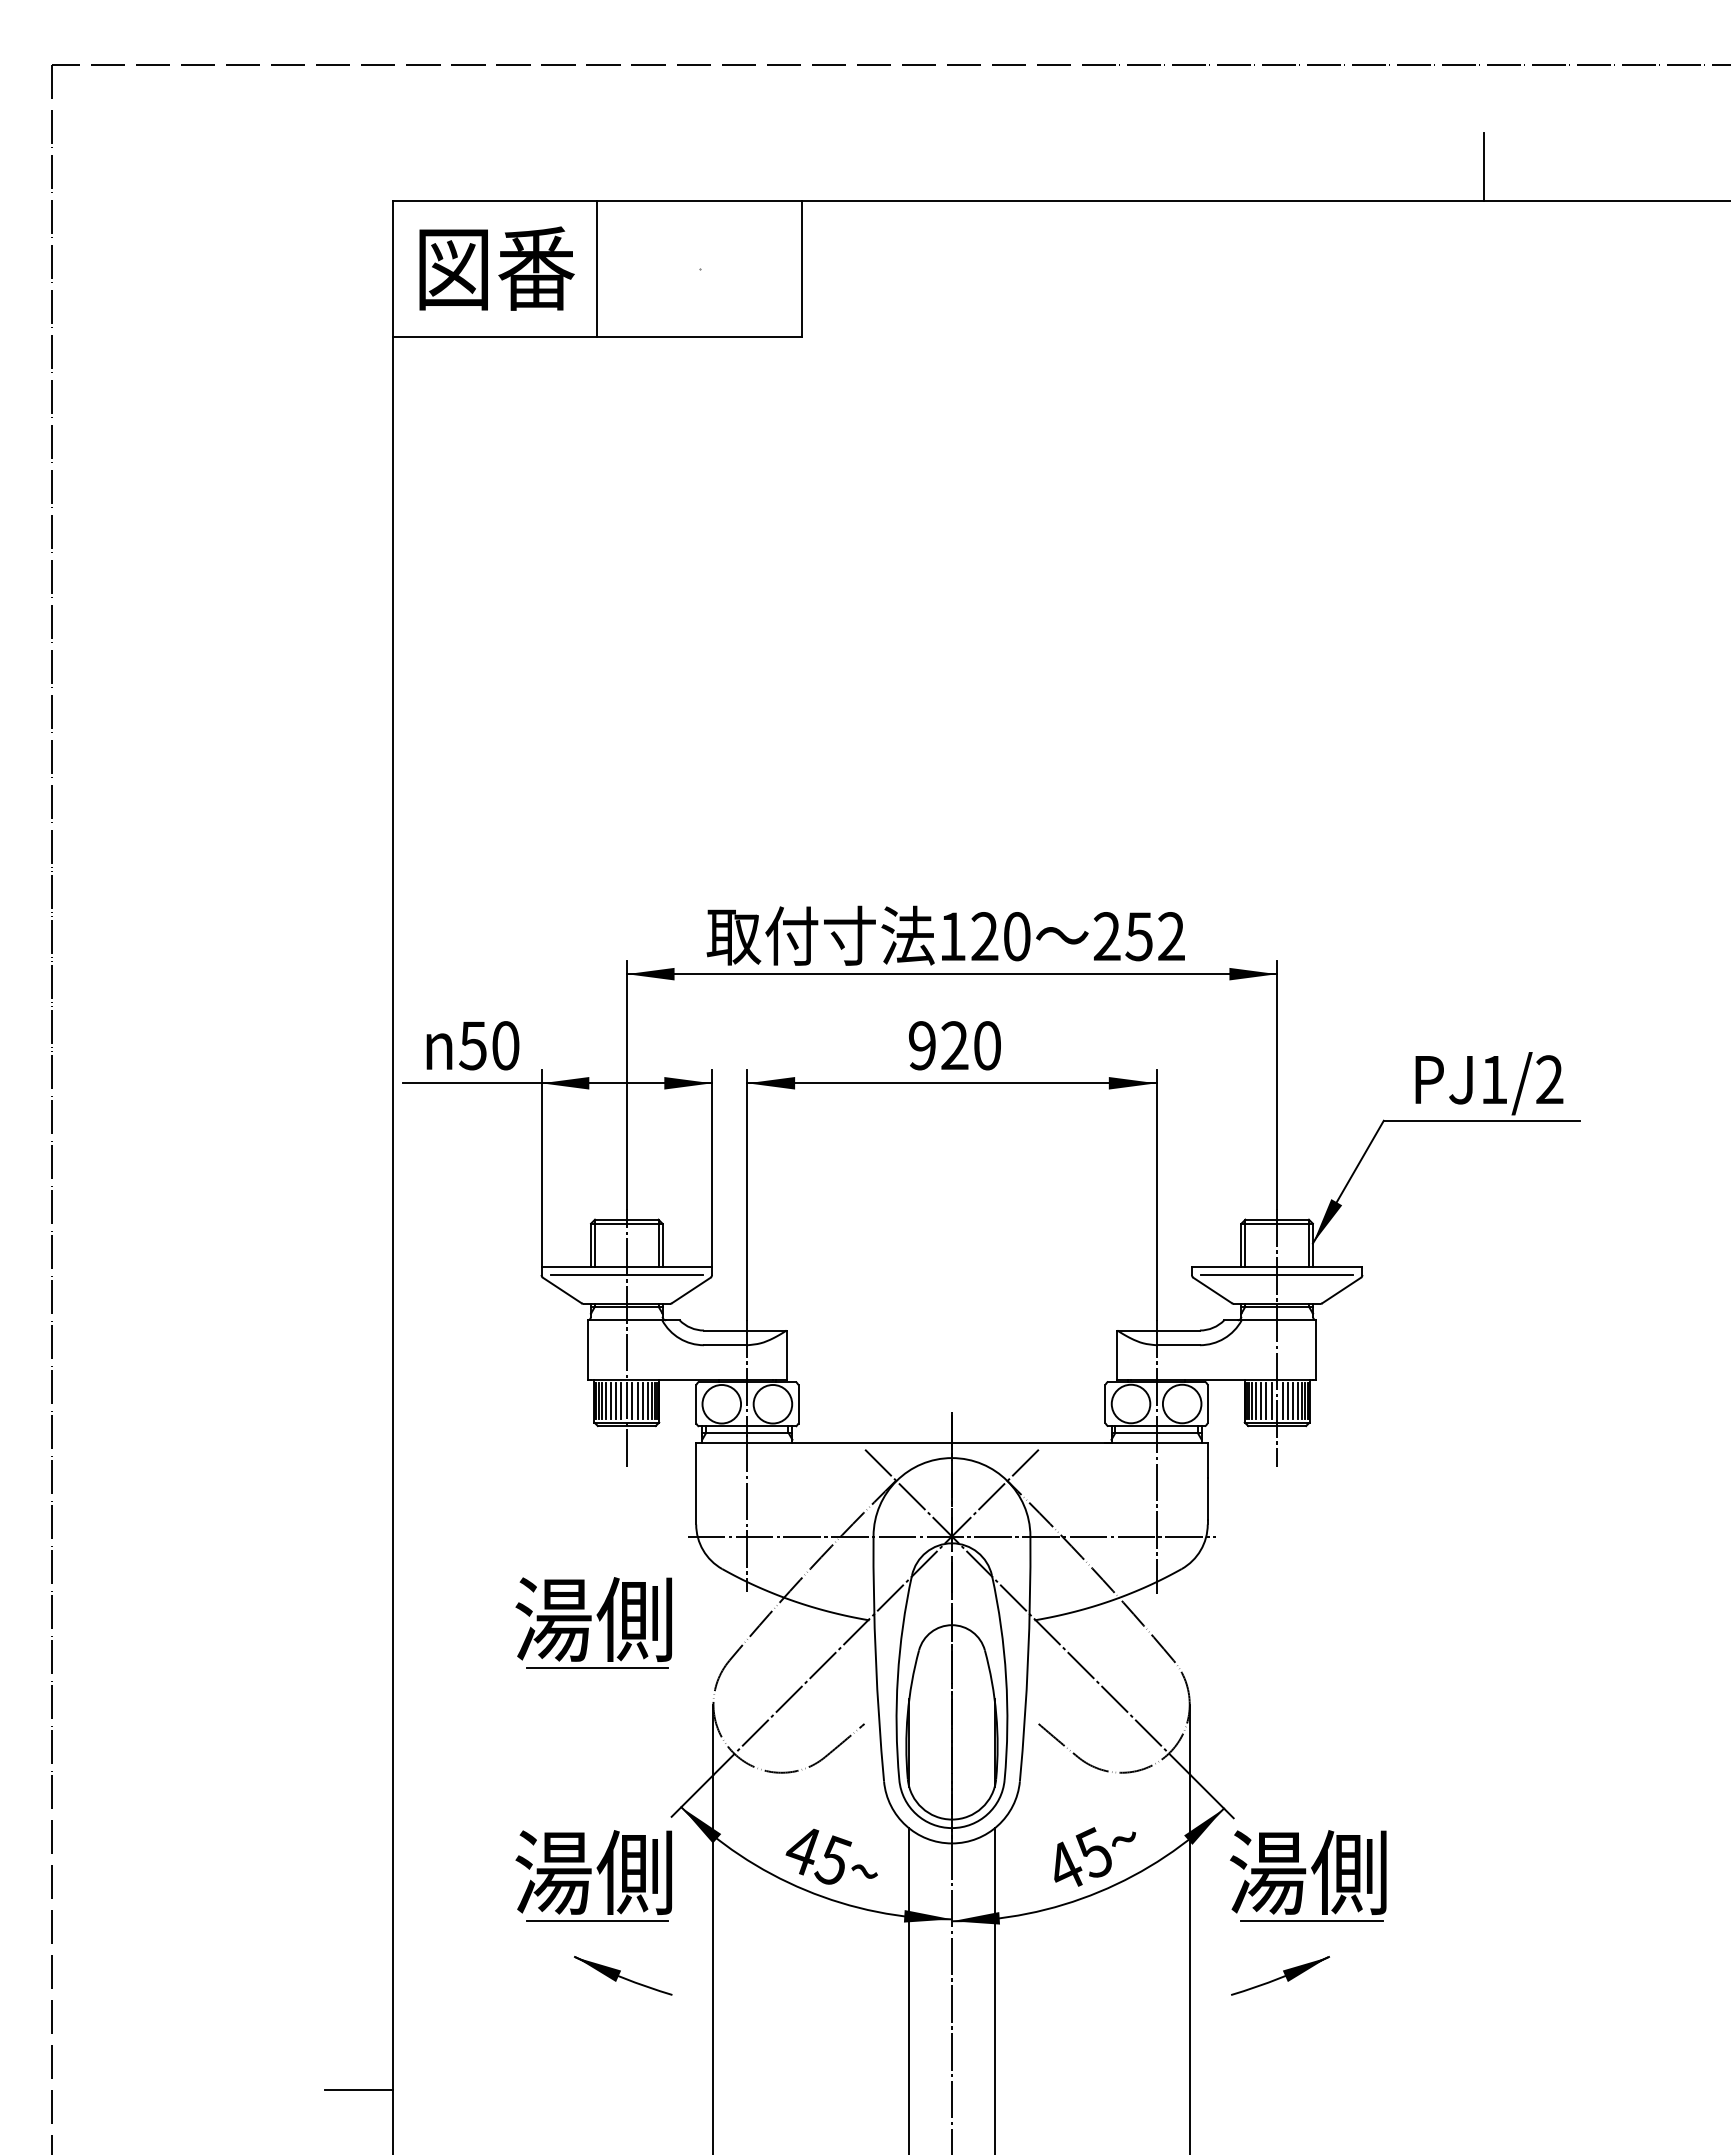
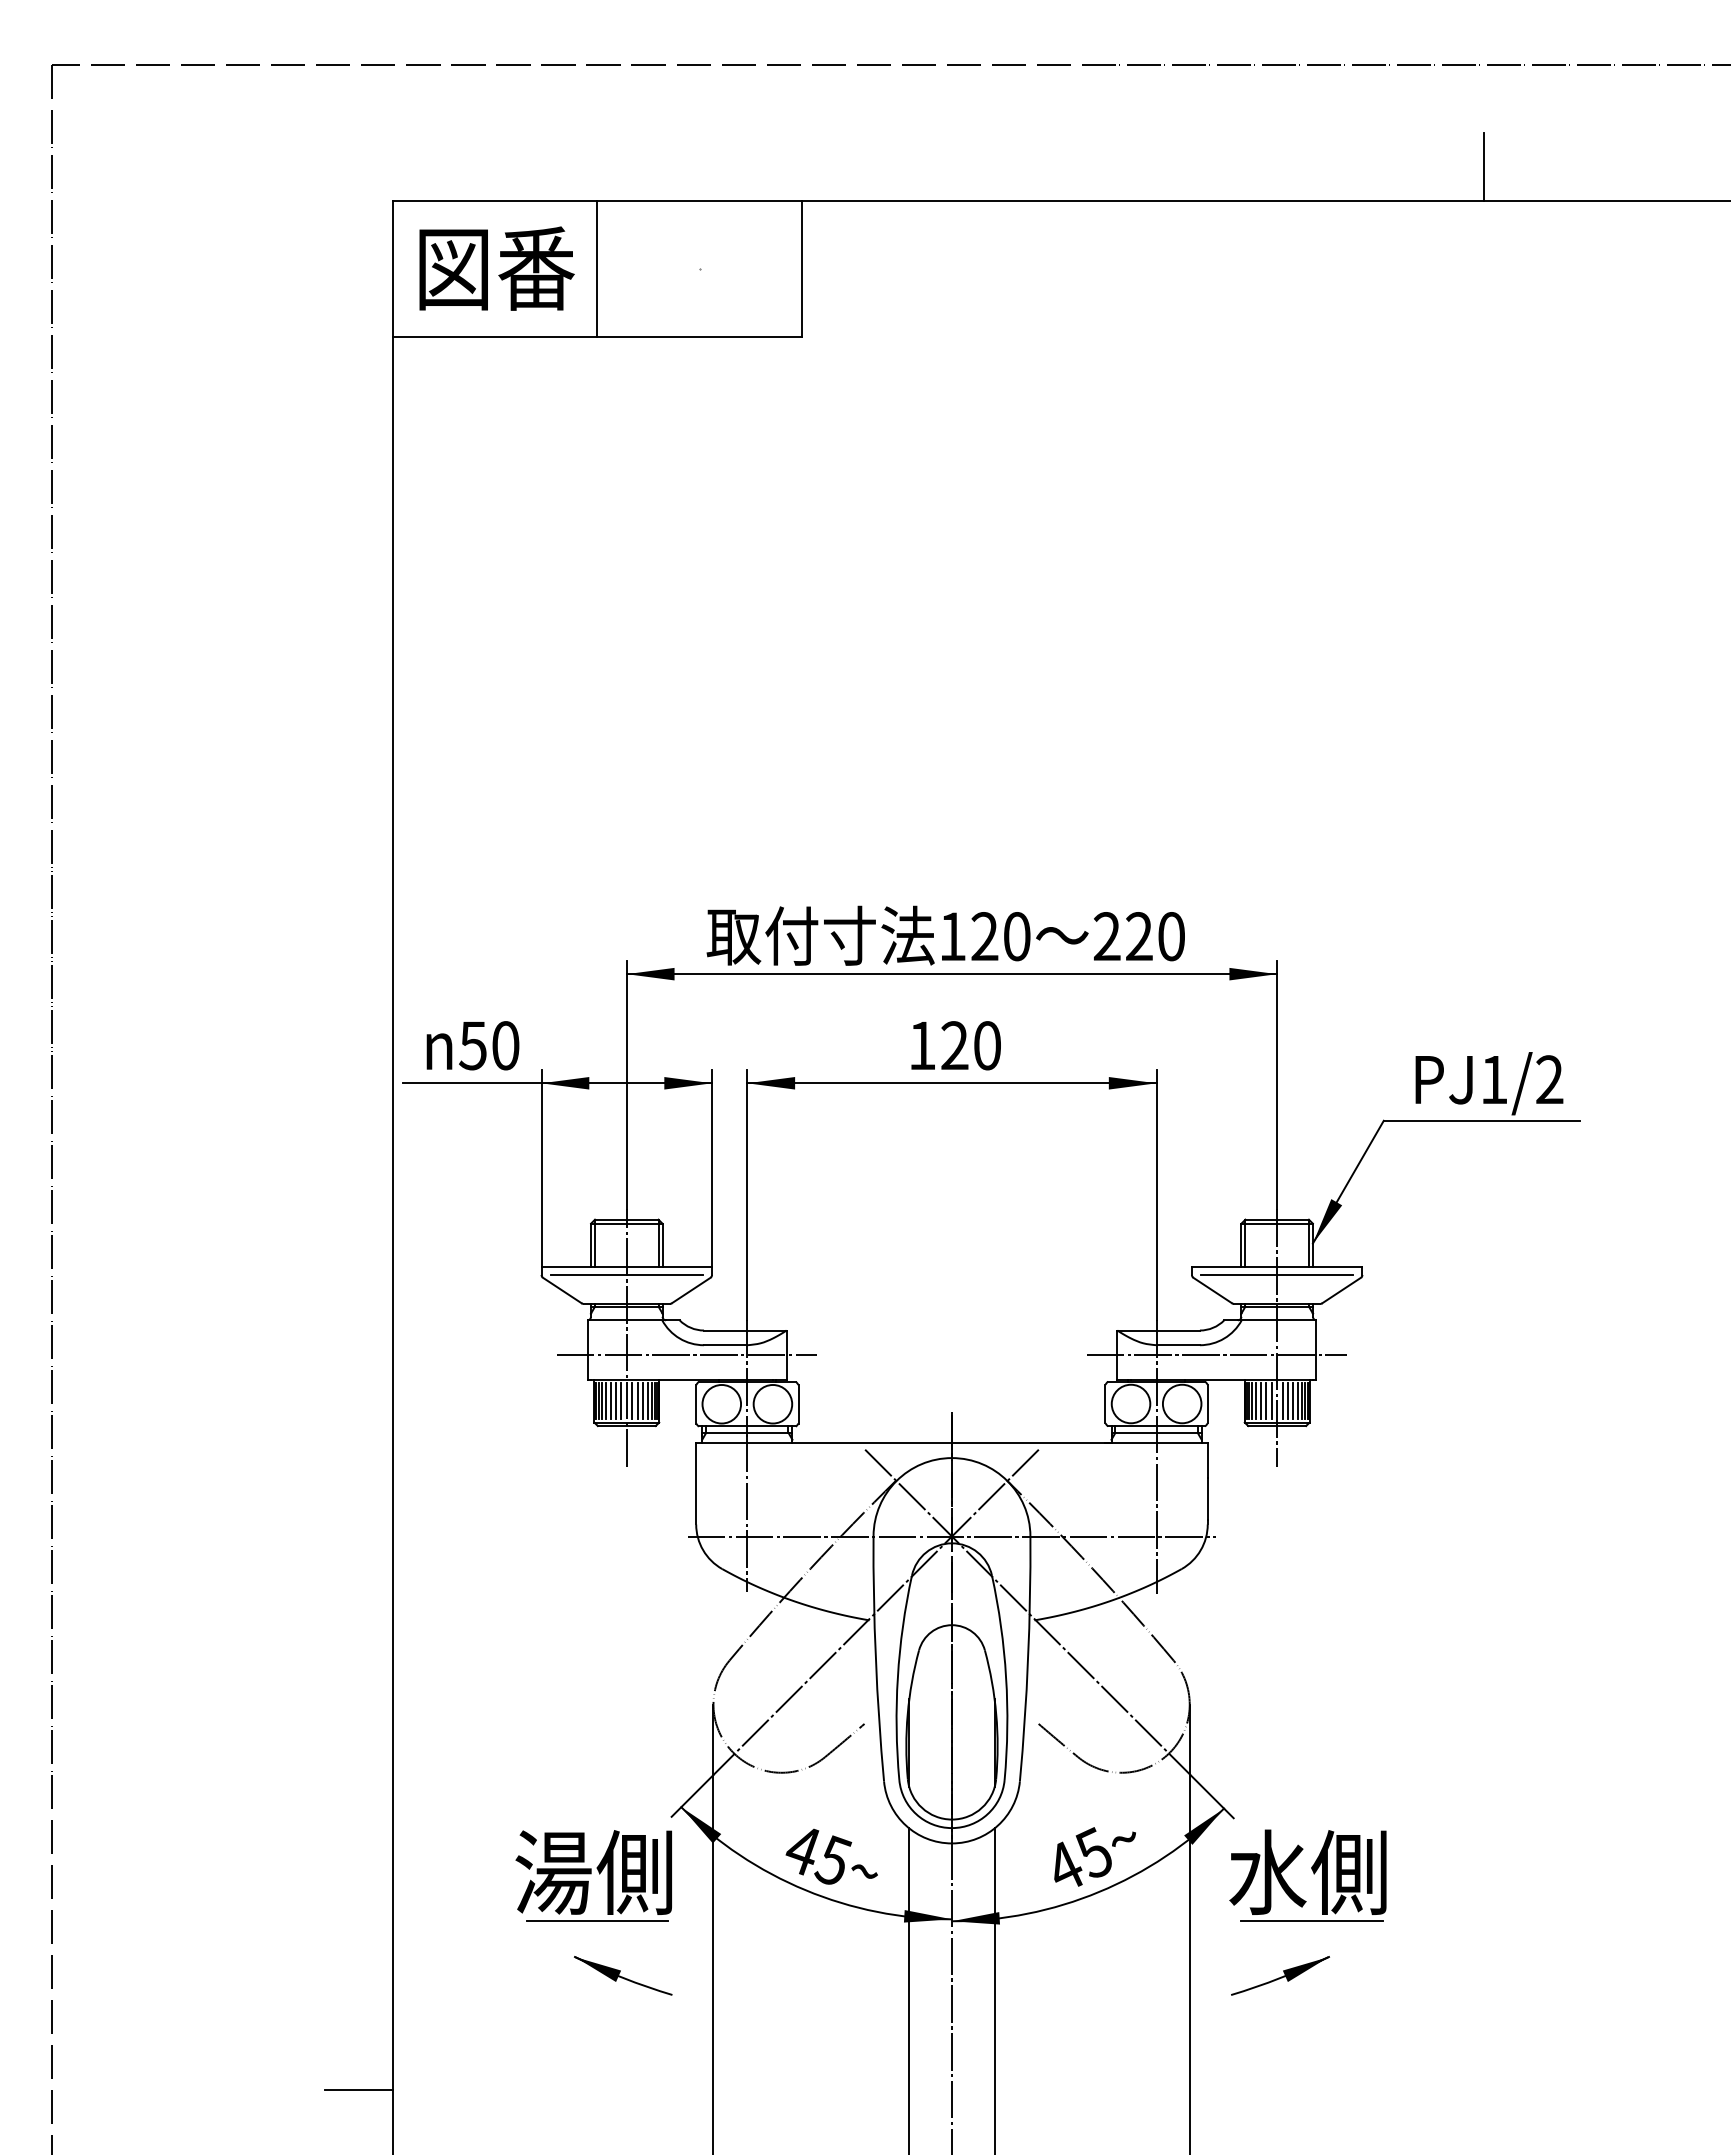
text at (1154, 936): 252 -> 220
text at (922, 1045): 920 -> 120
line at (686, 1355): none -> present
line at (1216, 1355): none -> present
part at (593, 1622): present -> none
text at (1267, 1871): 湯側 -> 水側
